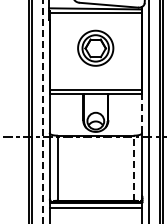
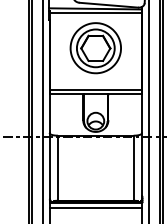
part at (95, 47) size: 38x38 px -> 53x53 px
line at (42, 111): dashed -> solid
line at (142, 113): dashed -> solid
line at (133, 168): dashed -> solid
